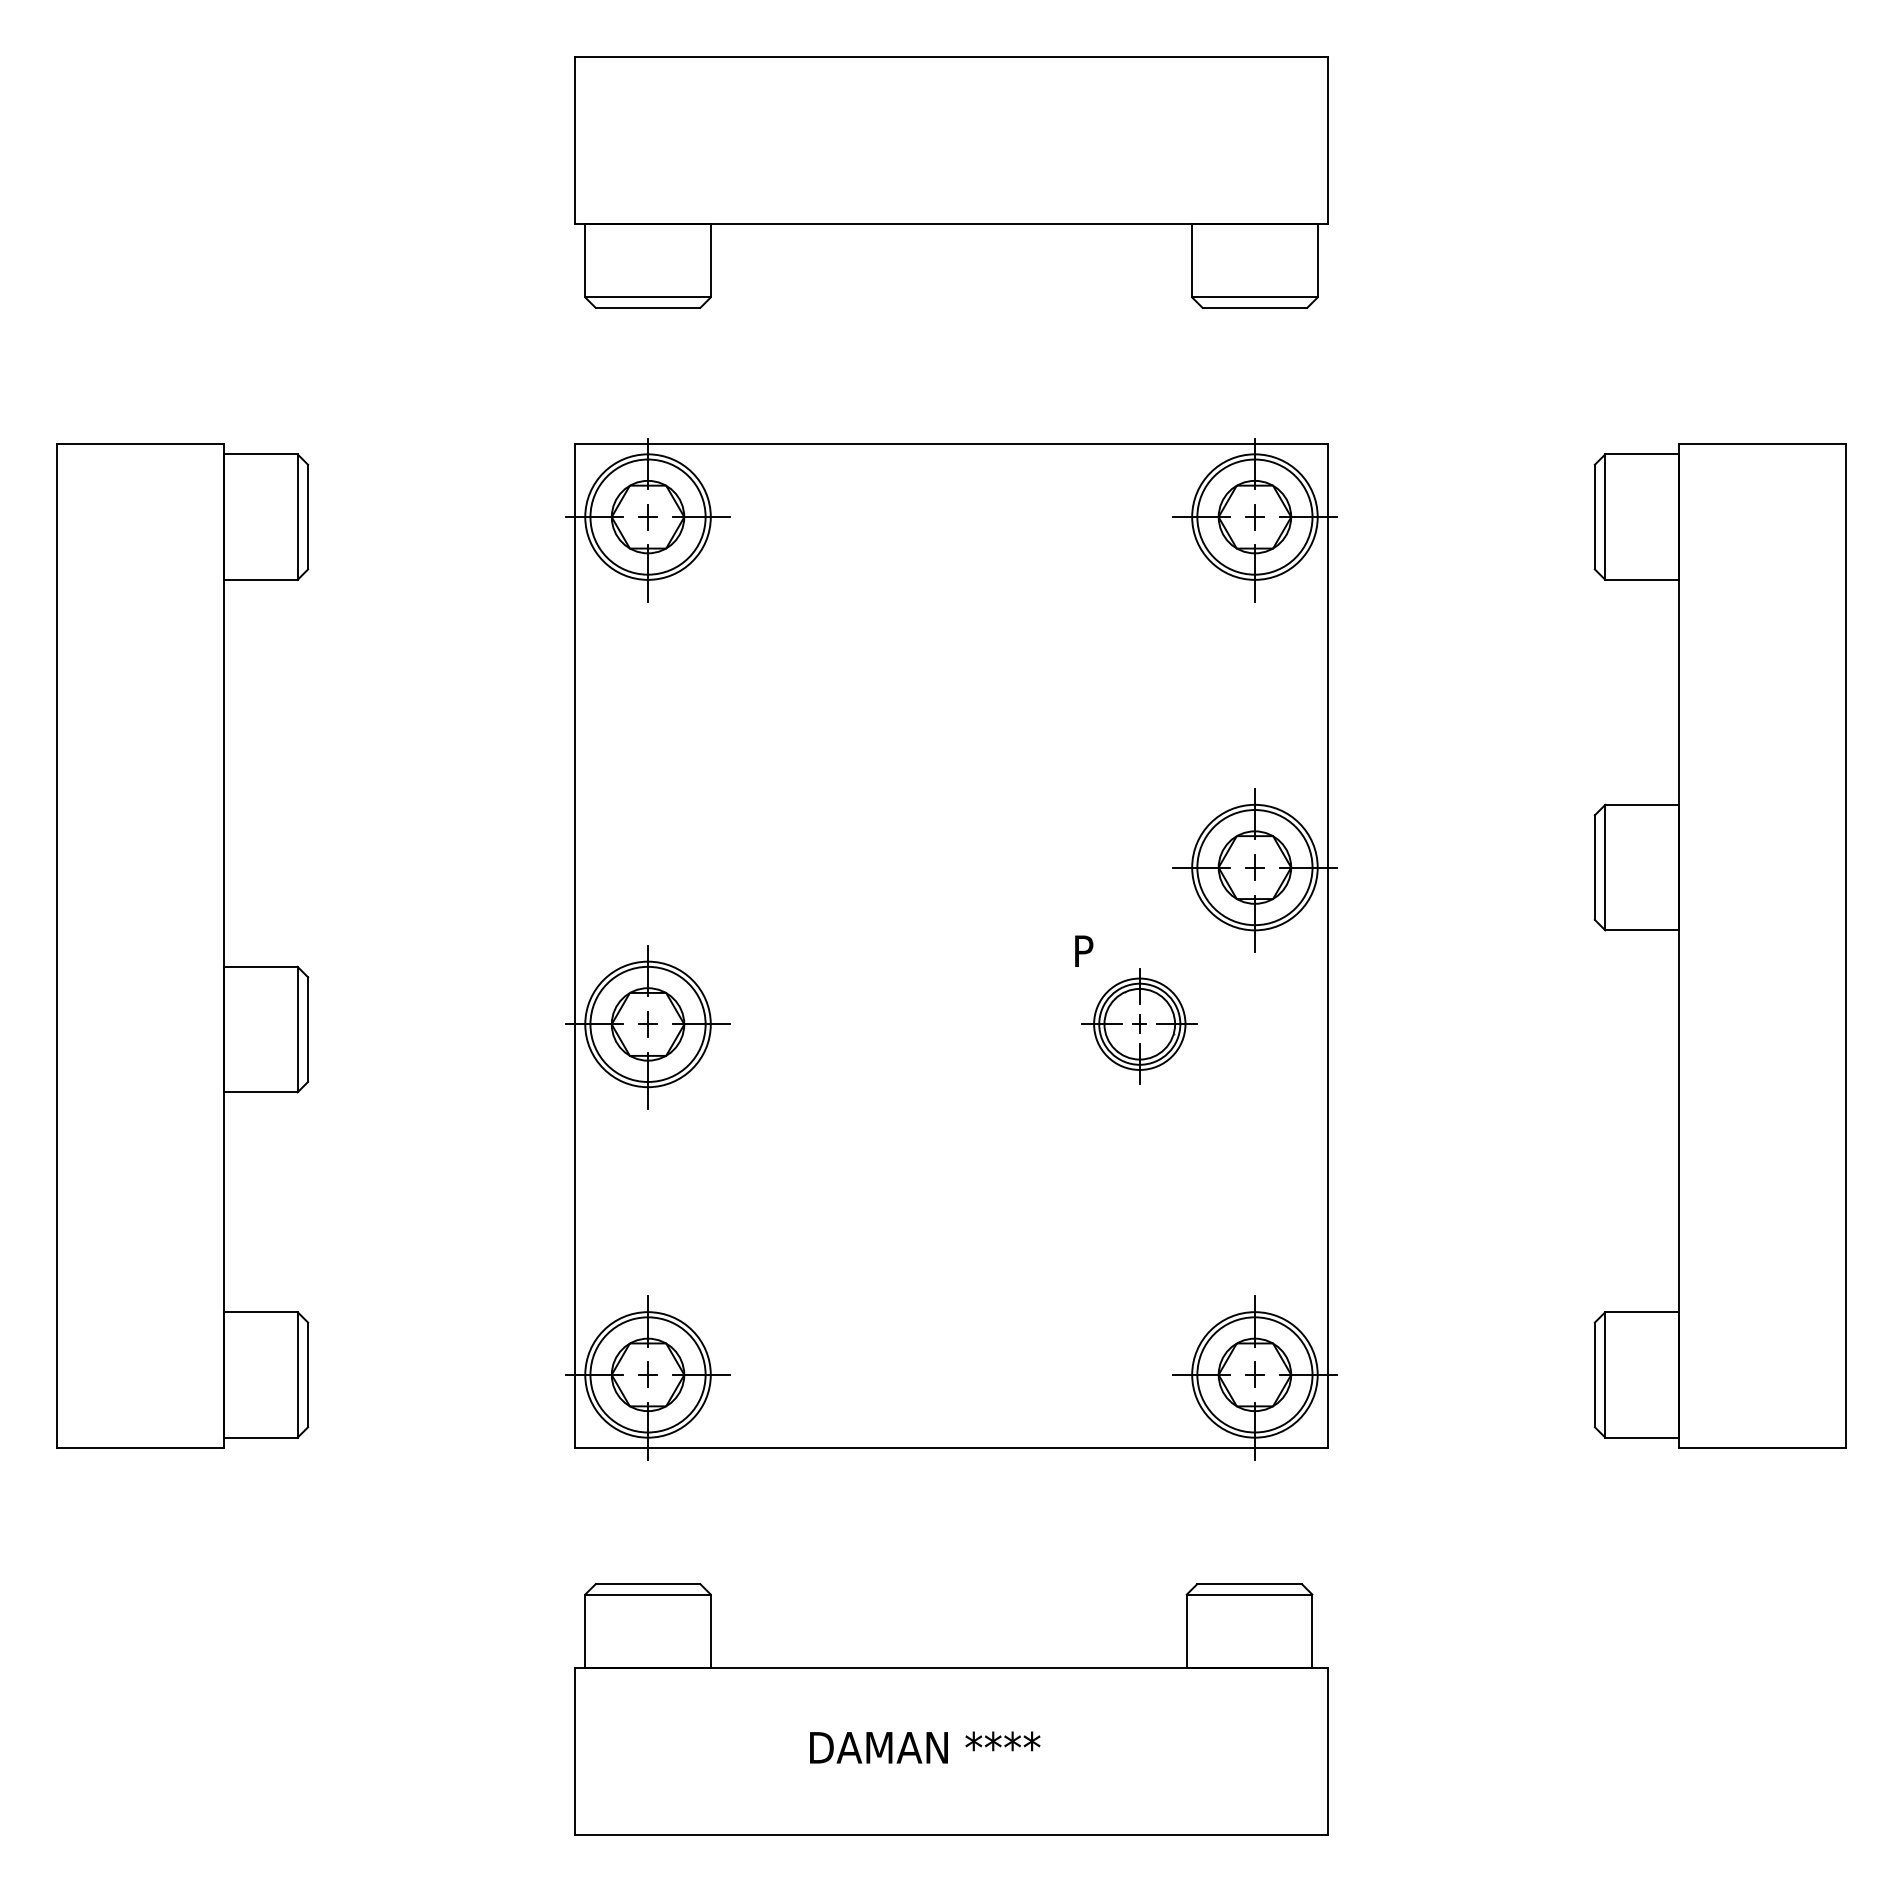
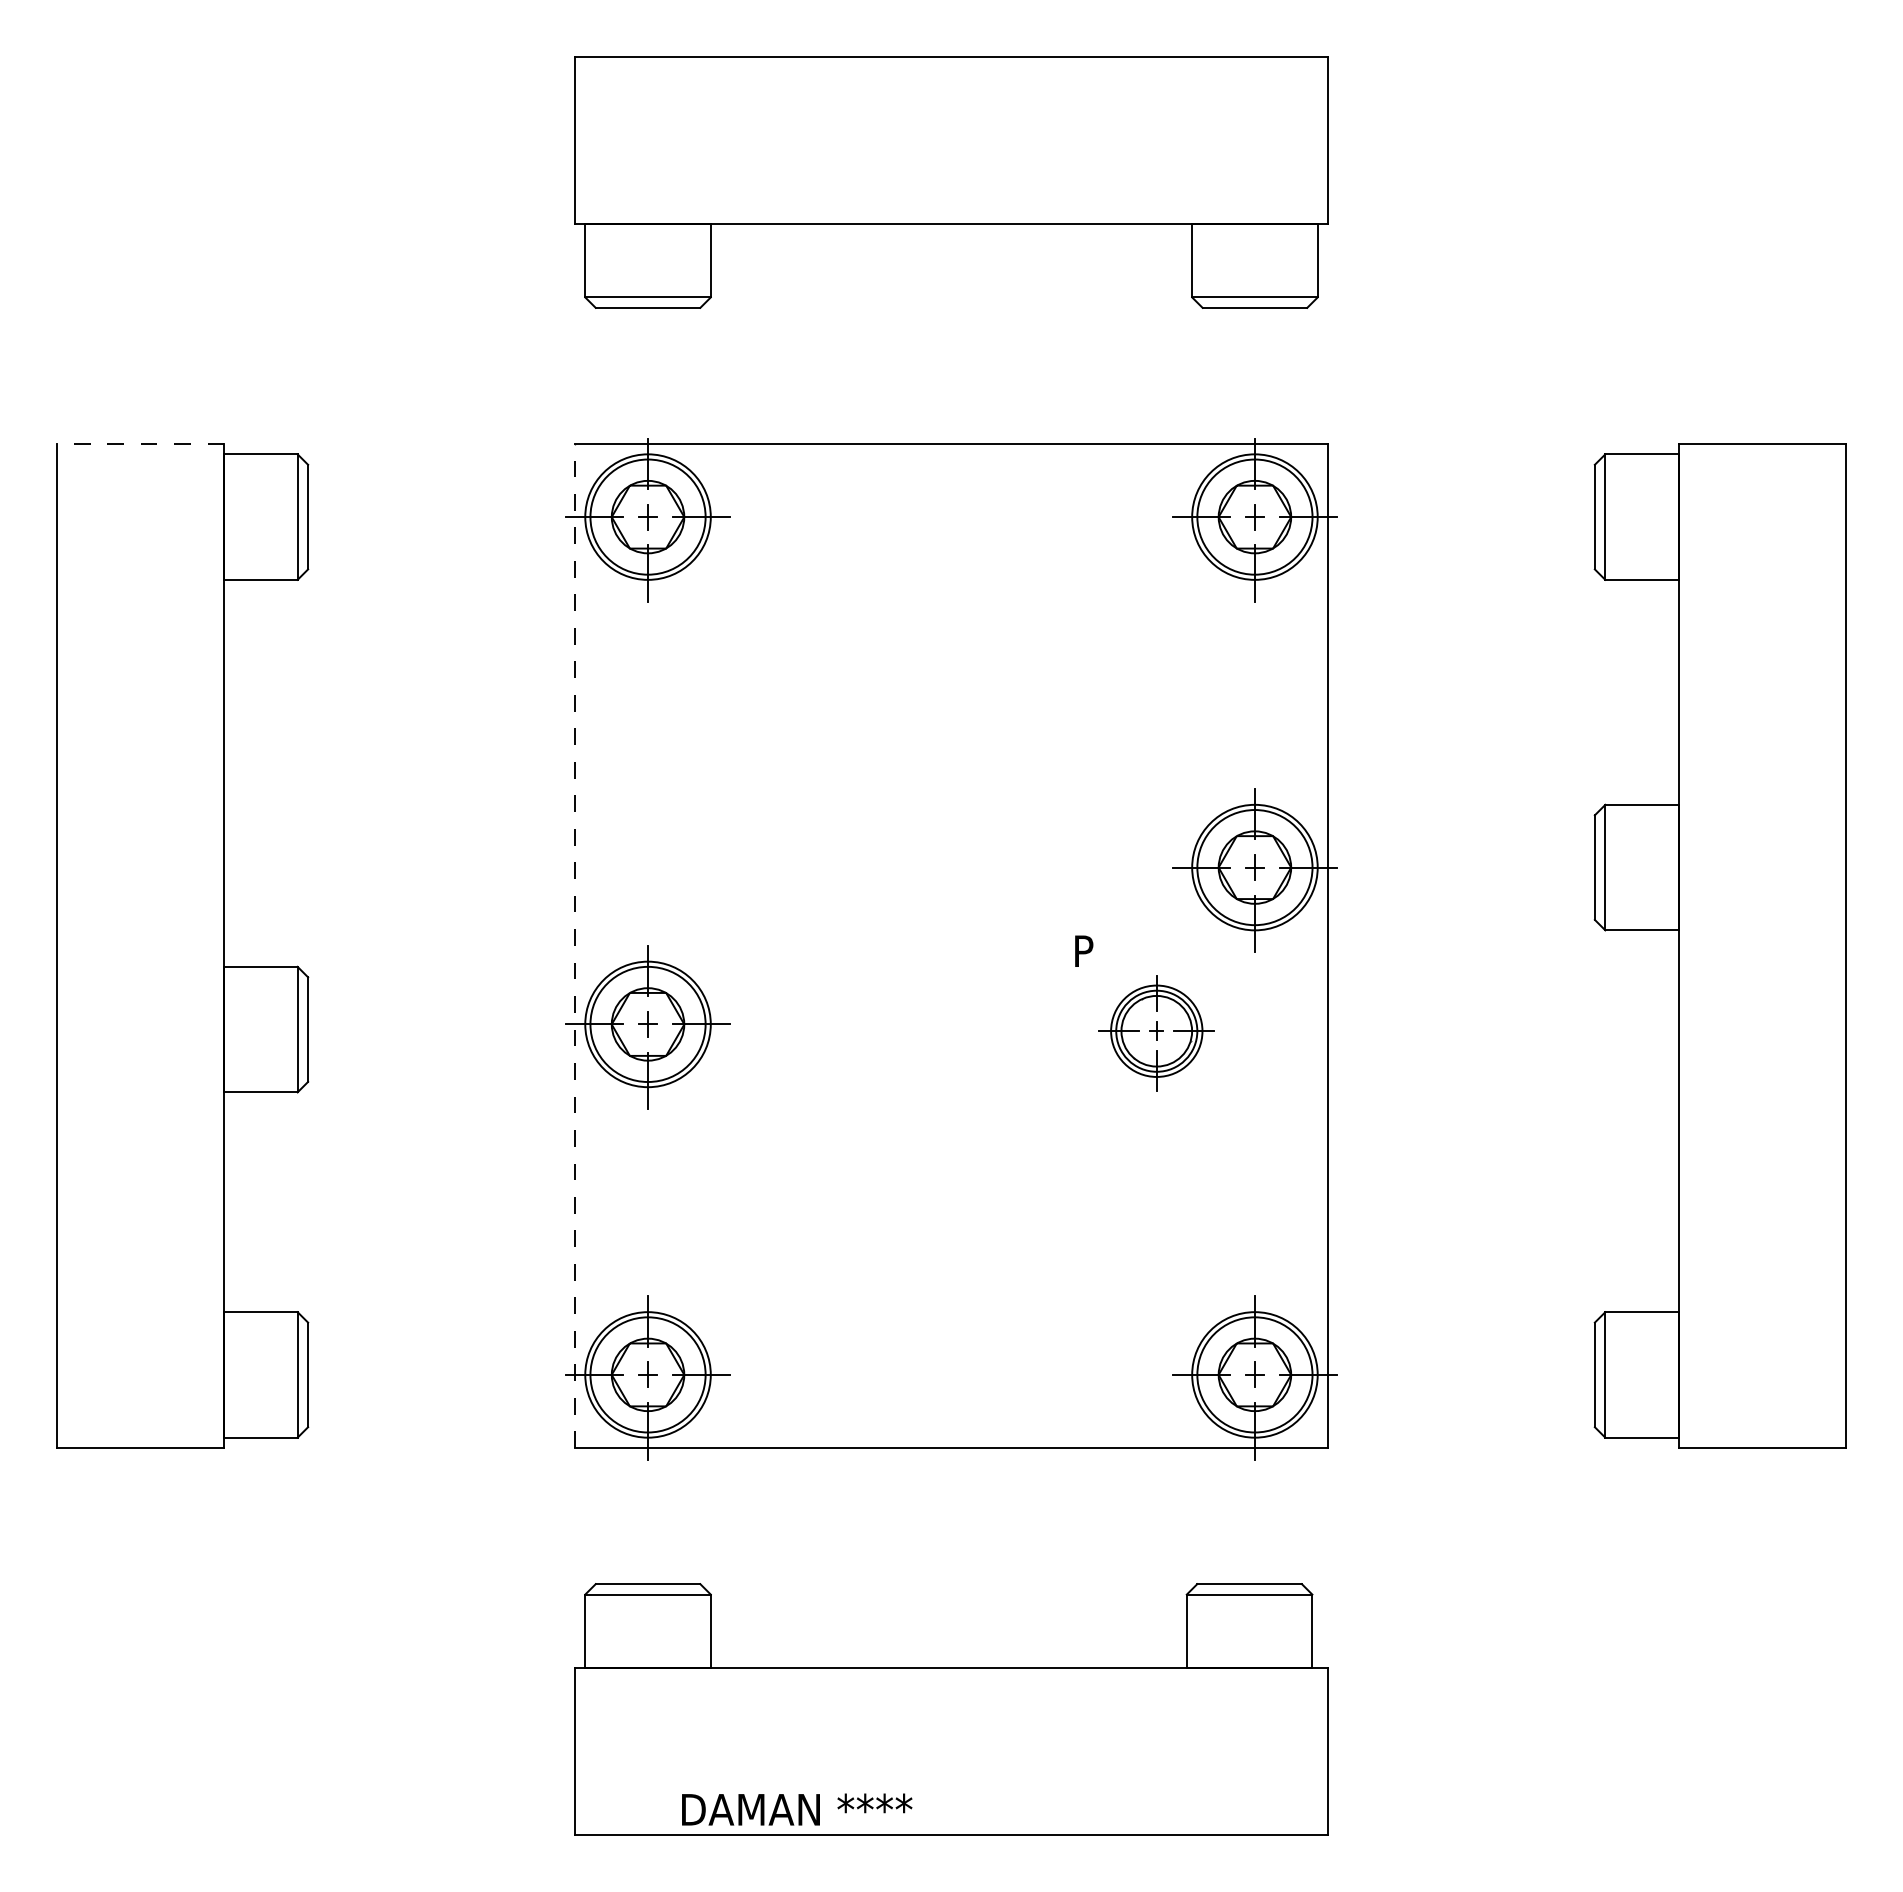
line at (140, 443): solid -> dashed
line at (574, 945): solid -> dashed
part at (1139, 1026) position: (1139, 1026) -> (1156, 1033)
text at (925, 1747) position: (925, 1747) -> (797, 1809)
